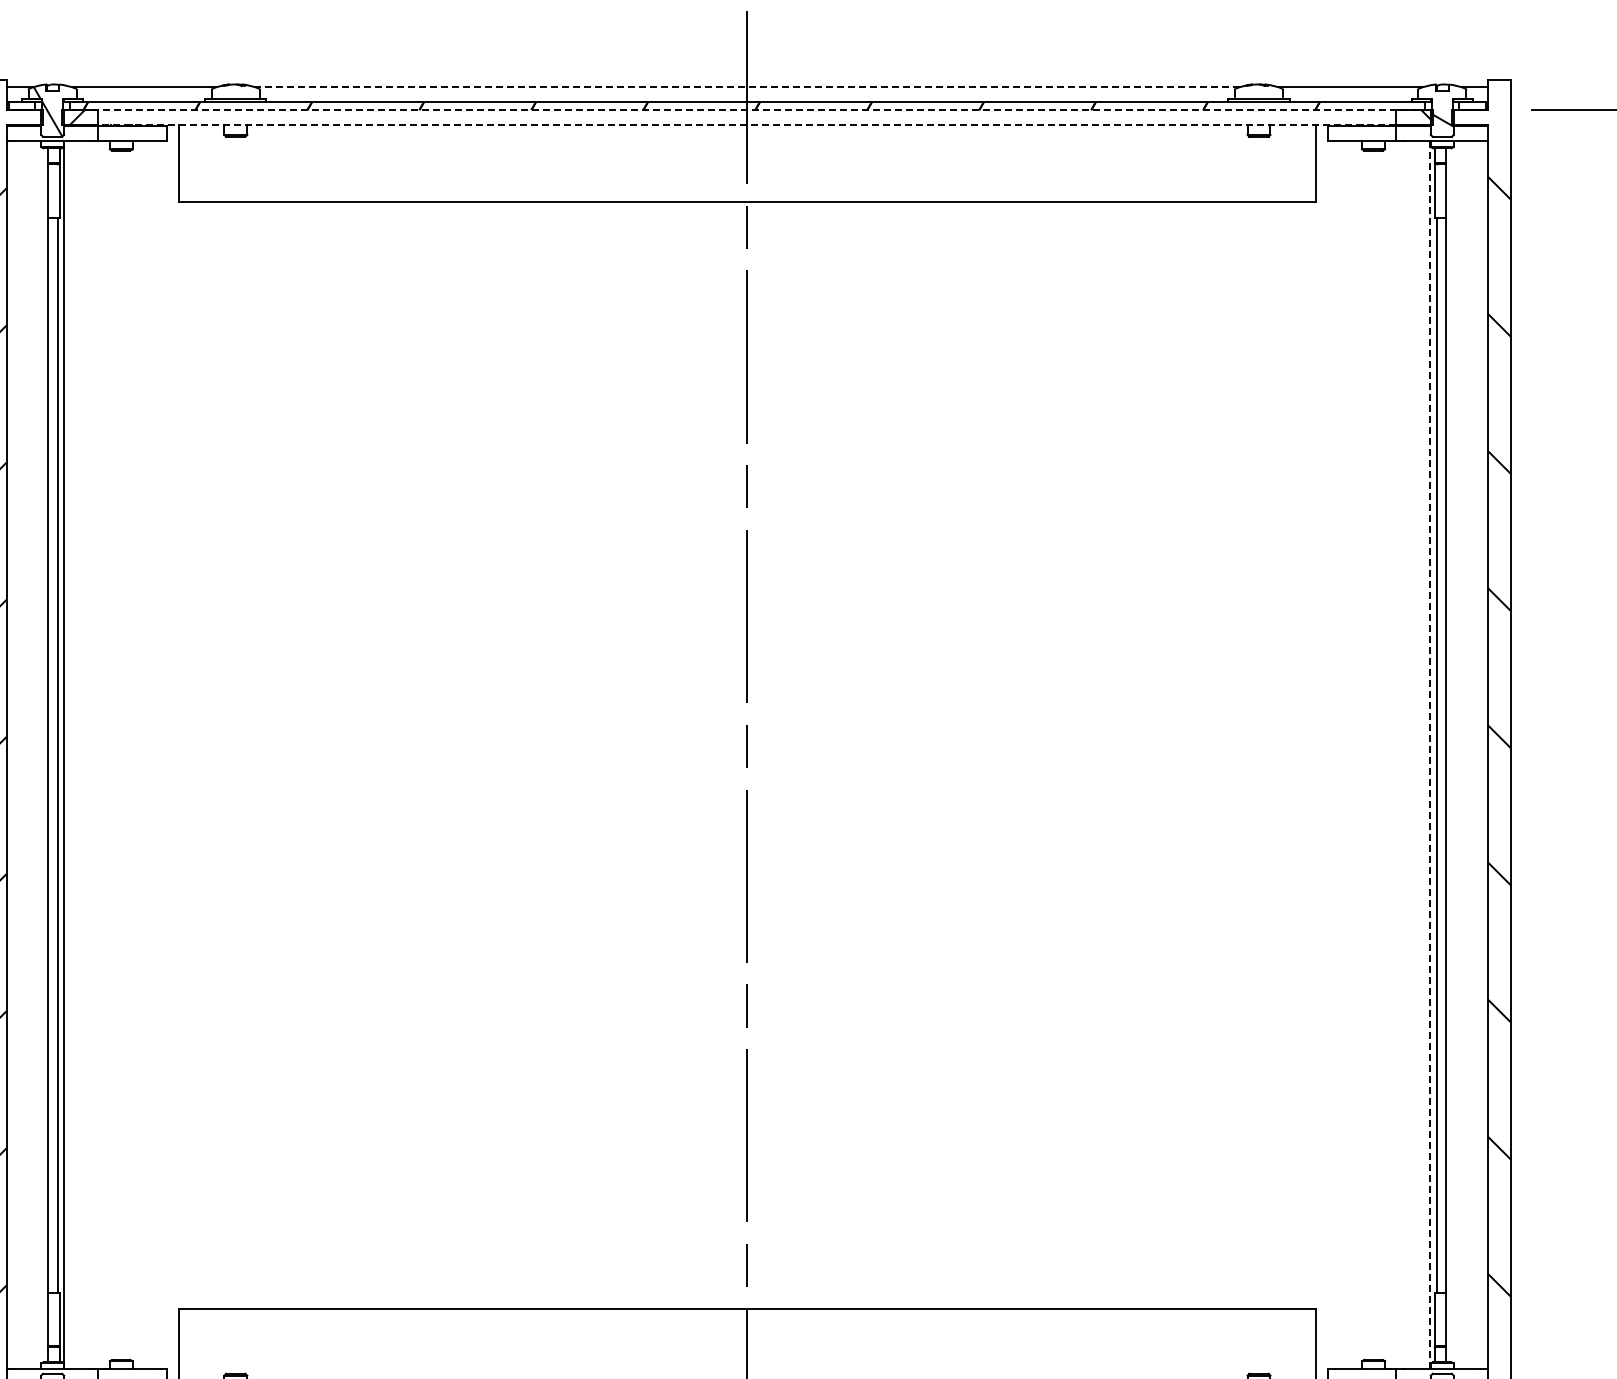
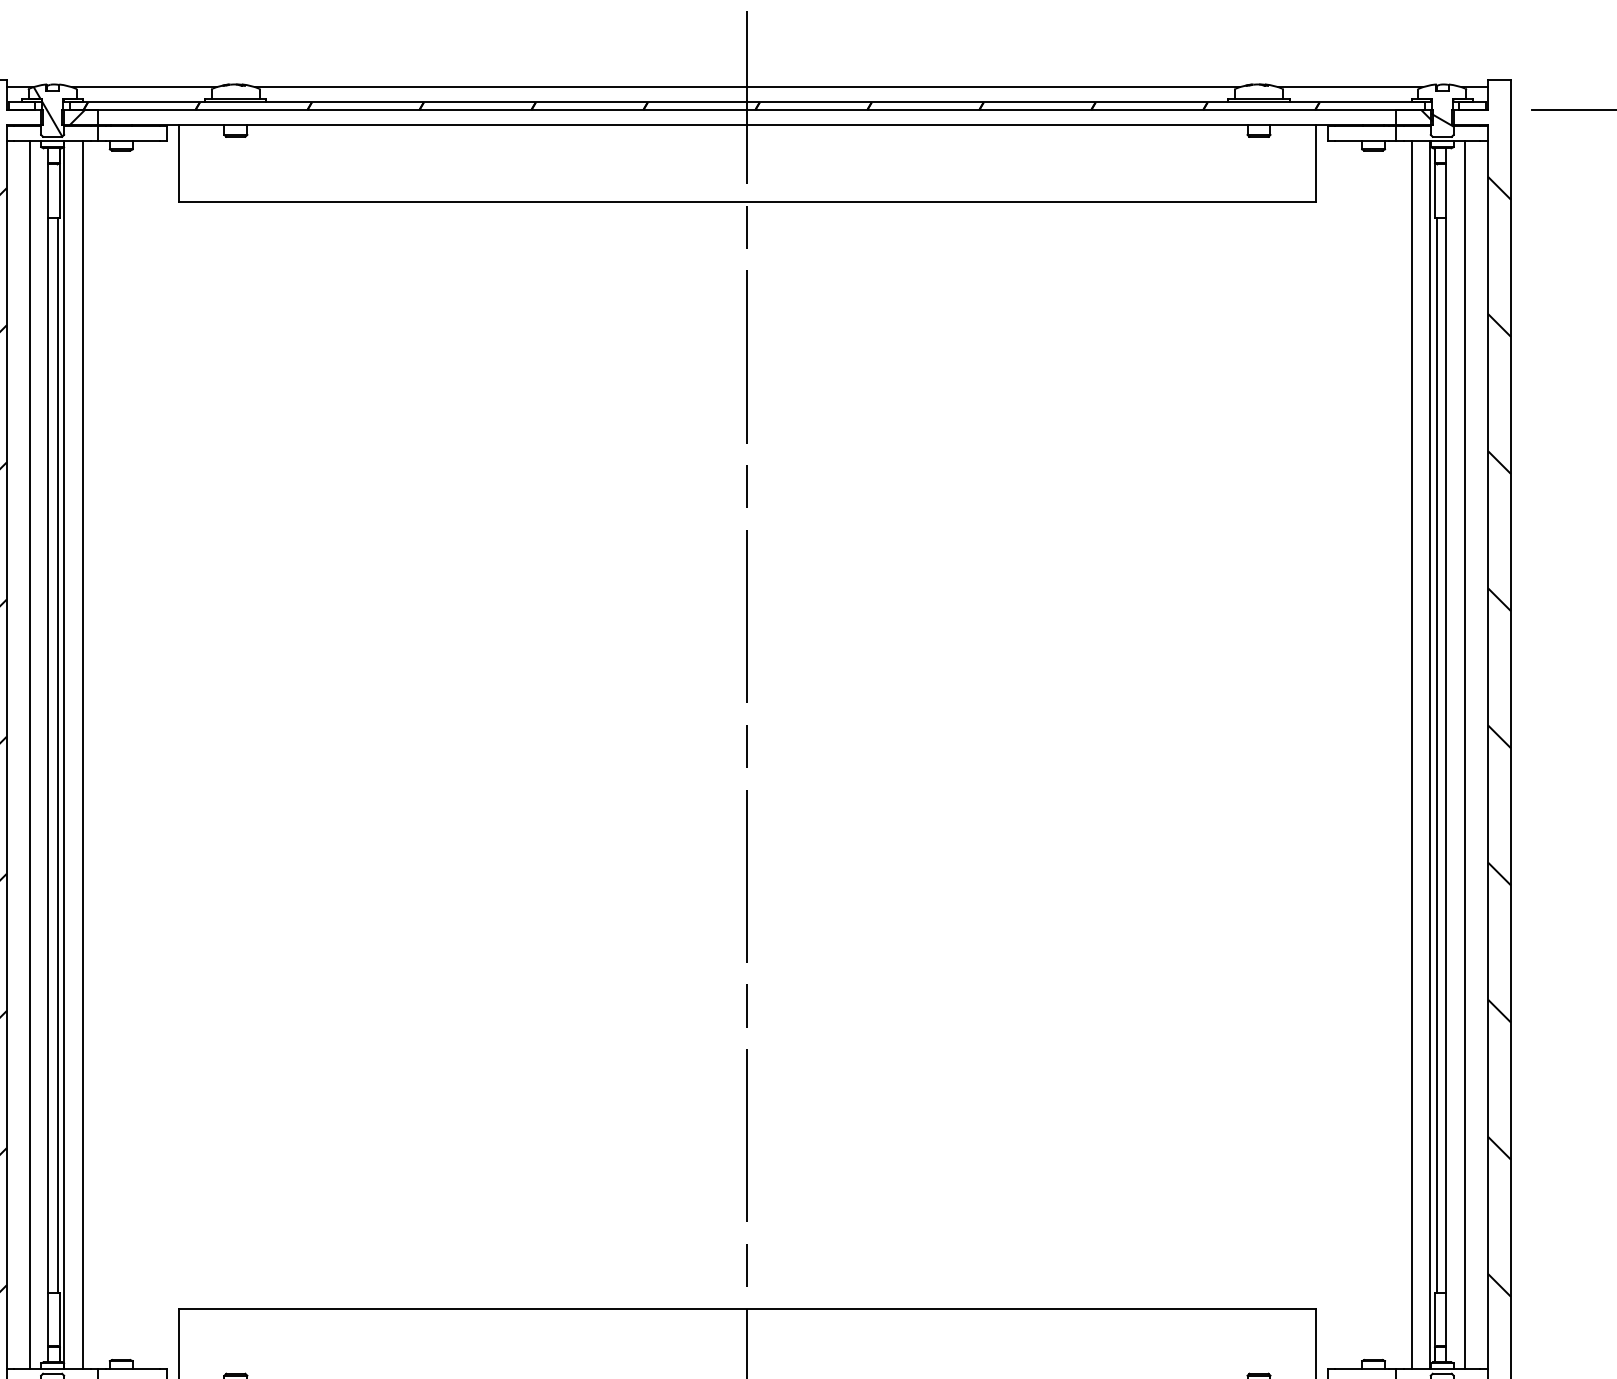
line at (746, 87): dashed -> solid
line at (747, 110): dashed -> solid
line at (746, 125): dashed -> solid
line at (29, 755): none -> present
line at (83, 755): none -> present
line at (1411, 755): none -> present
line at (1430, 755): dashed -> solid
line at (1465, 755): none -> present
